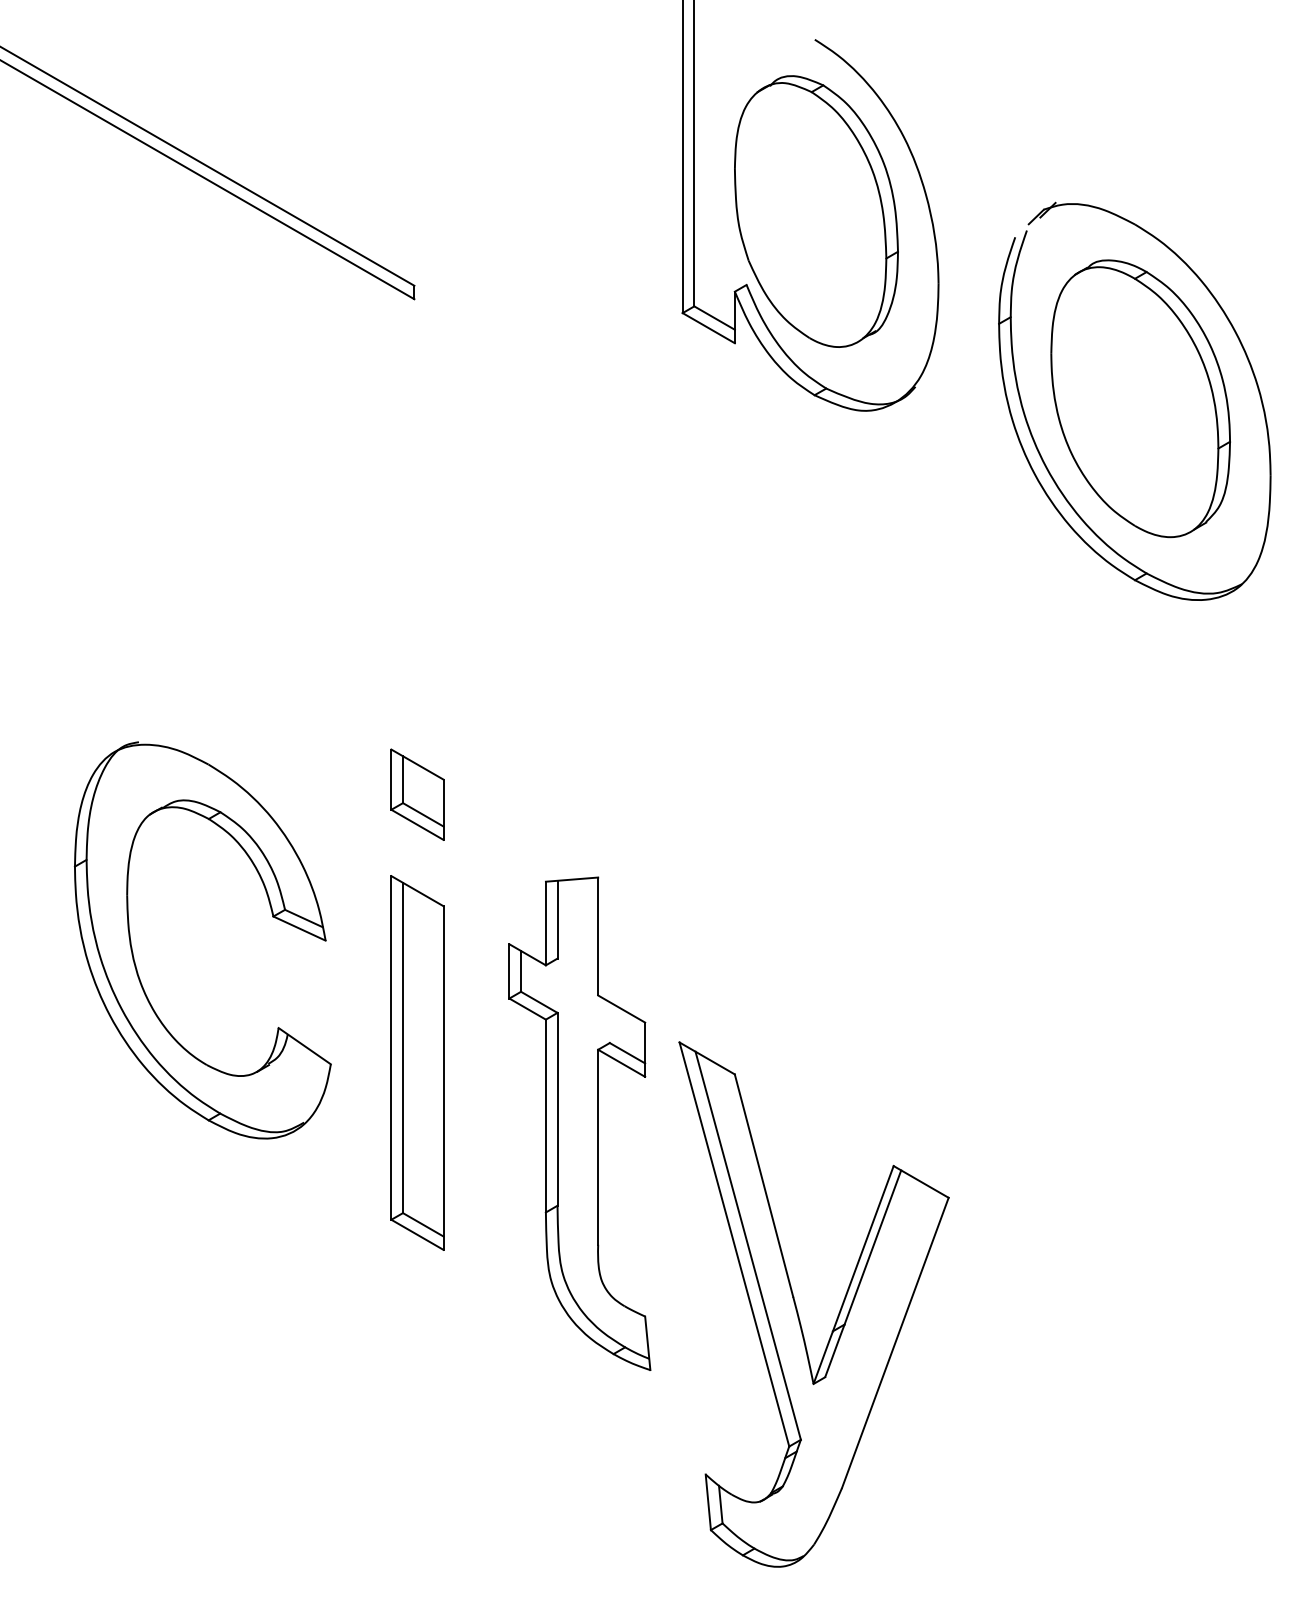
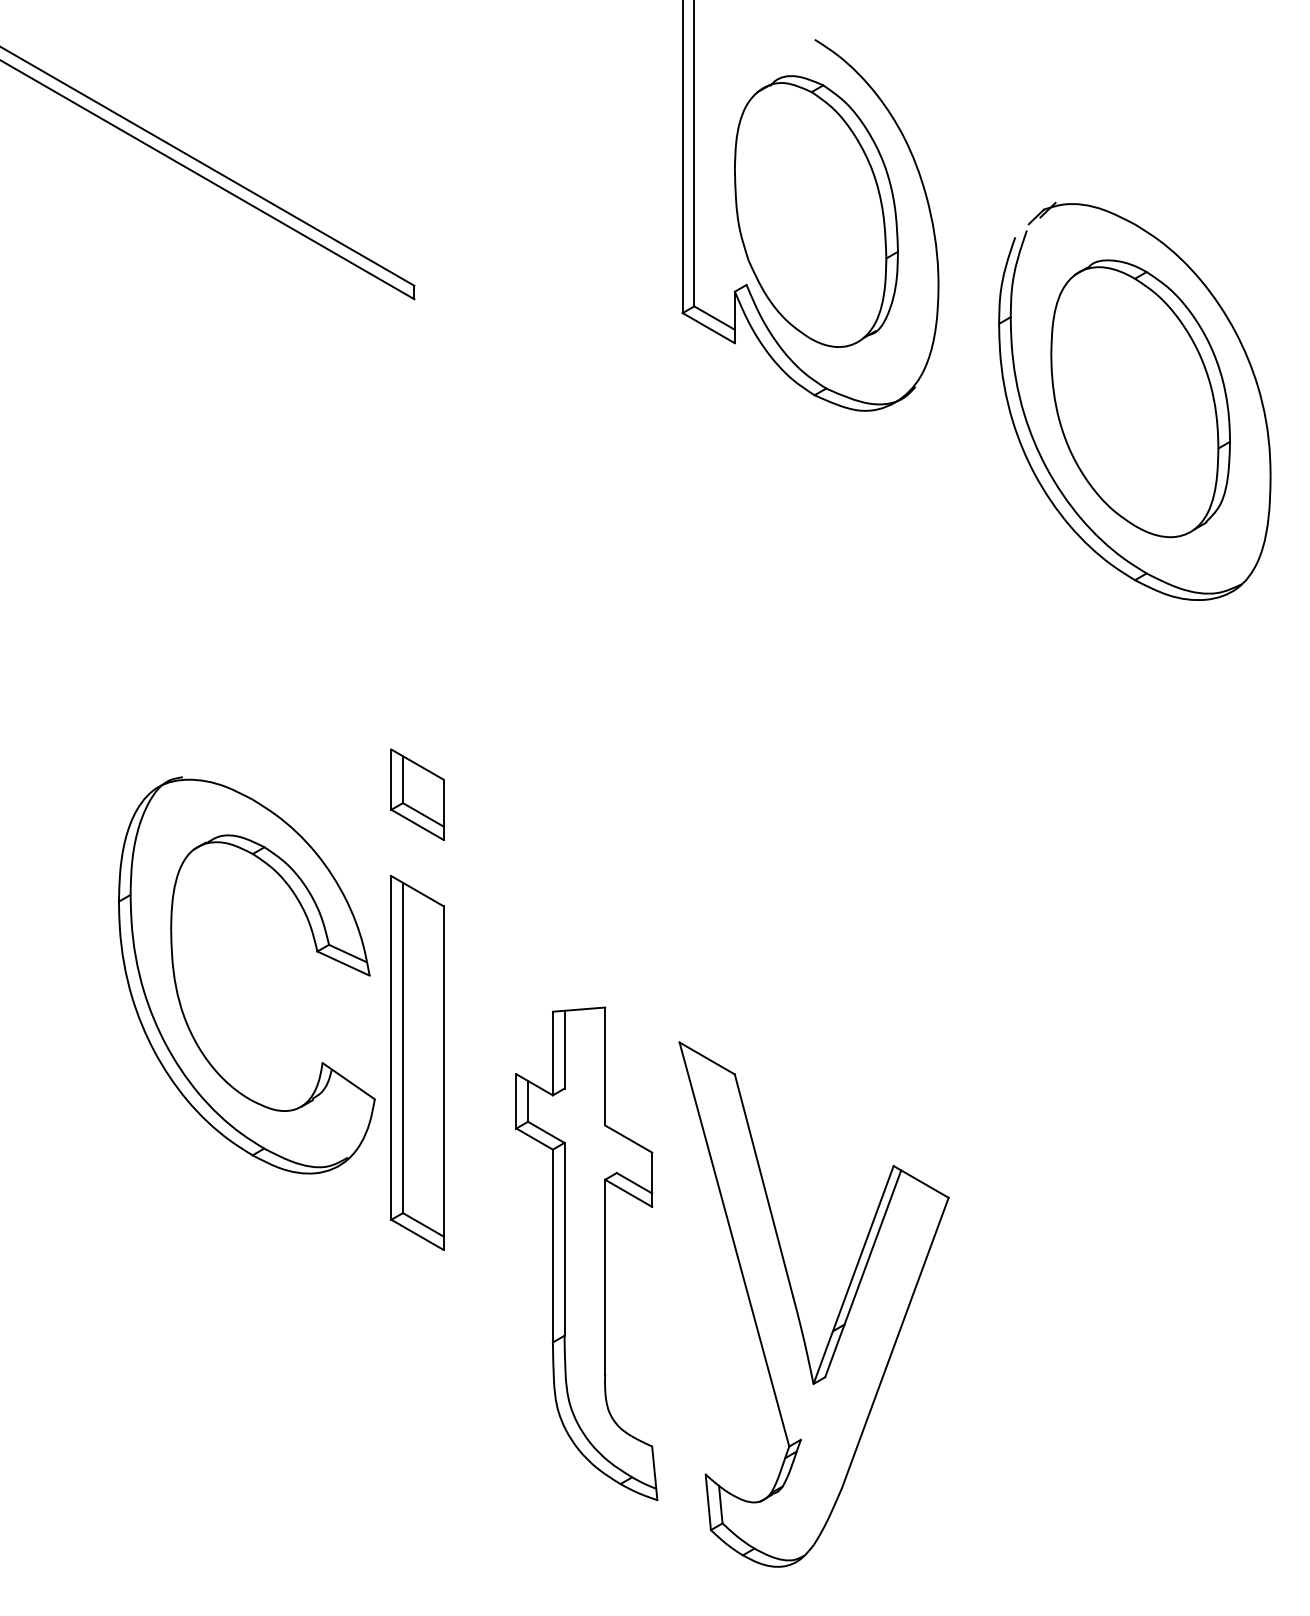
part at (133, 952) position: (133, 952) -> (177, 987)
part at (579, 1123) position: (579, 1123) -> (586, 1253)
line at (747, 1245): present -> none
